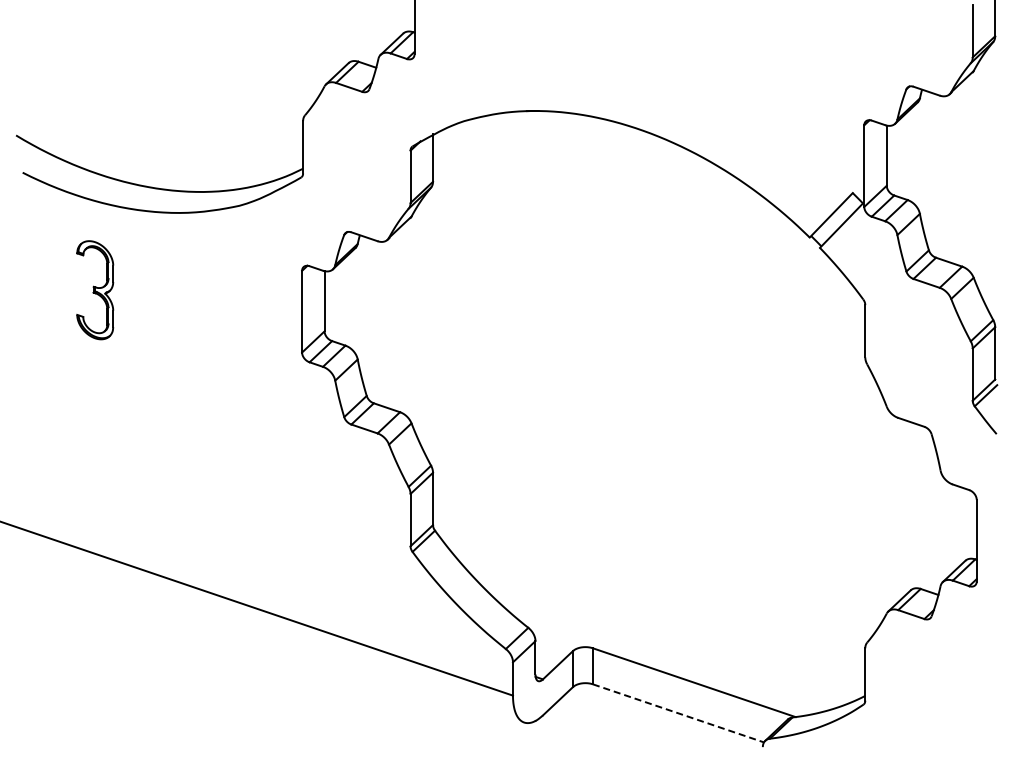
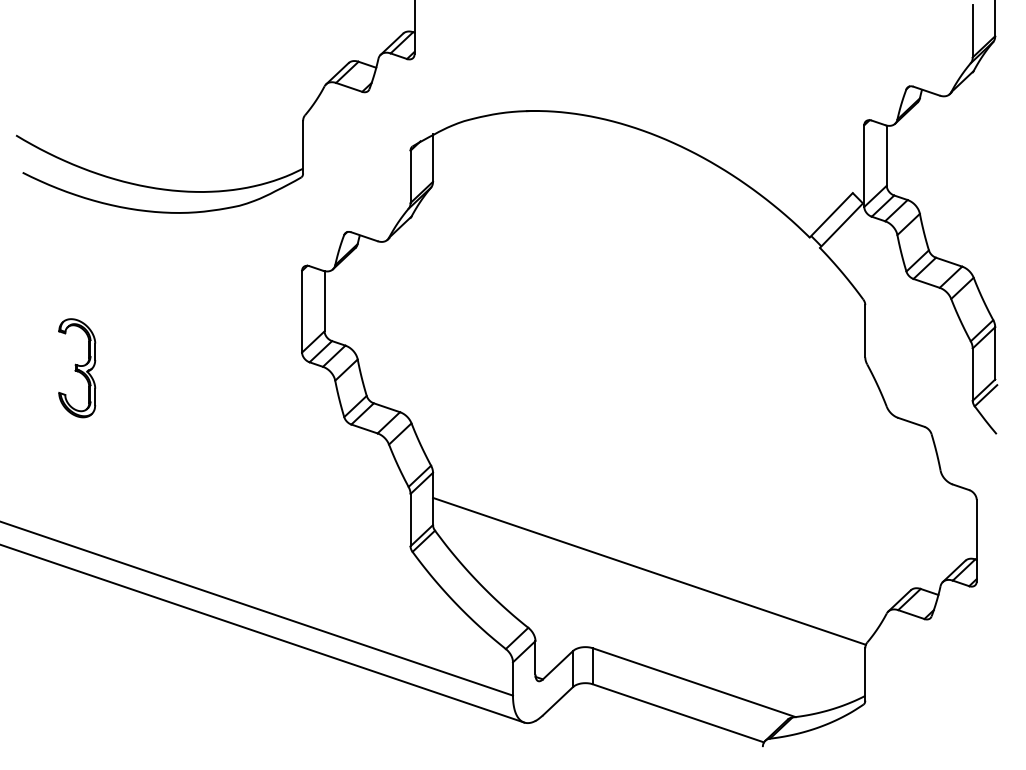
part at (95, 290) position: (95, 290) -> (77, 368)
line at (649, 570): none -> present
line at (263, 633): none -> present
line at (678, 713): dashed -> solid
